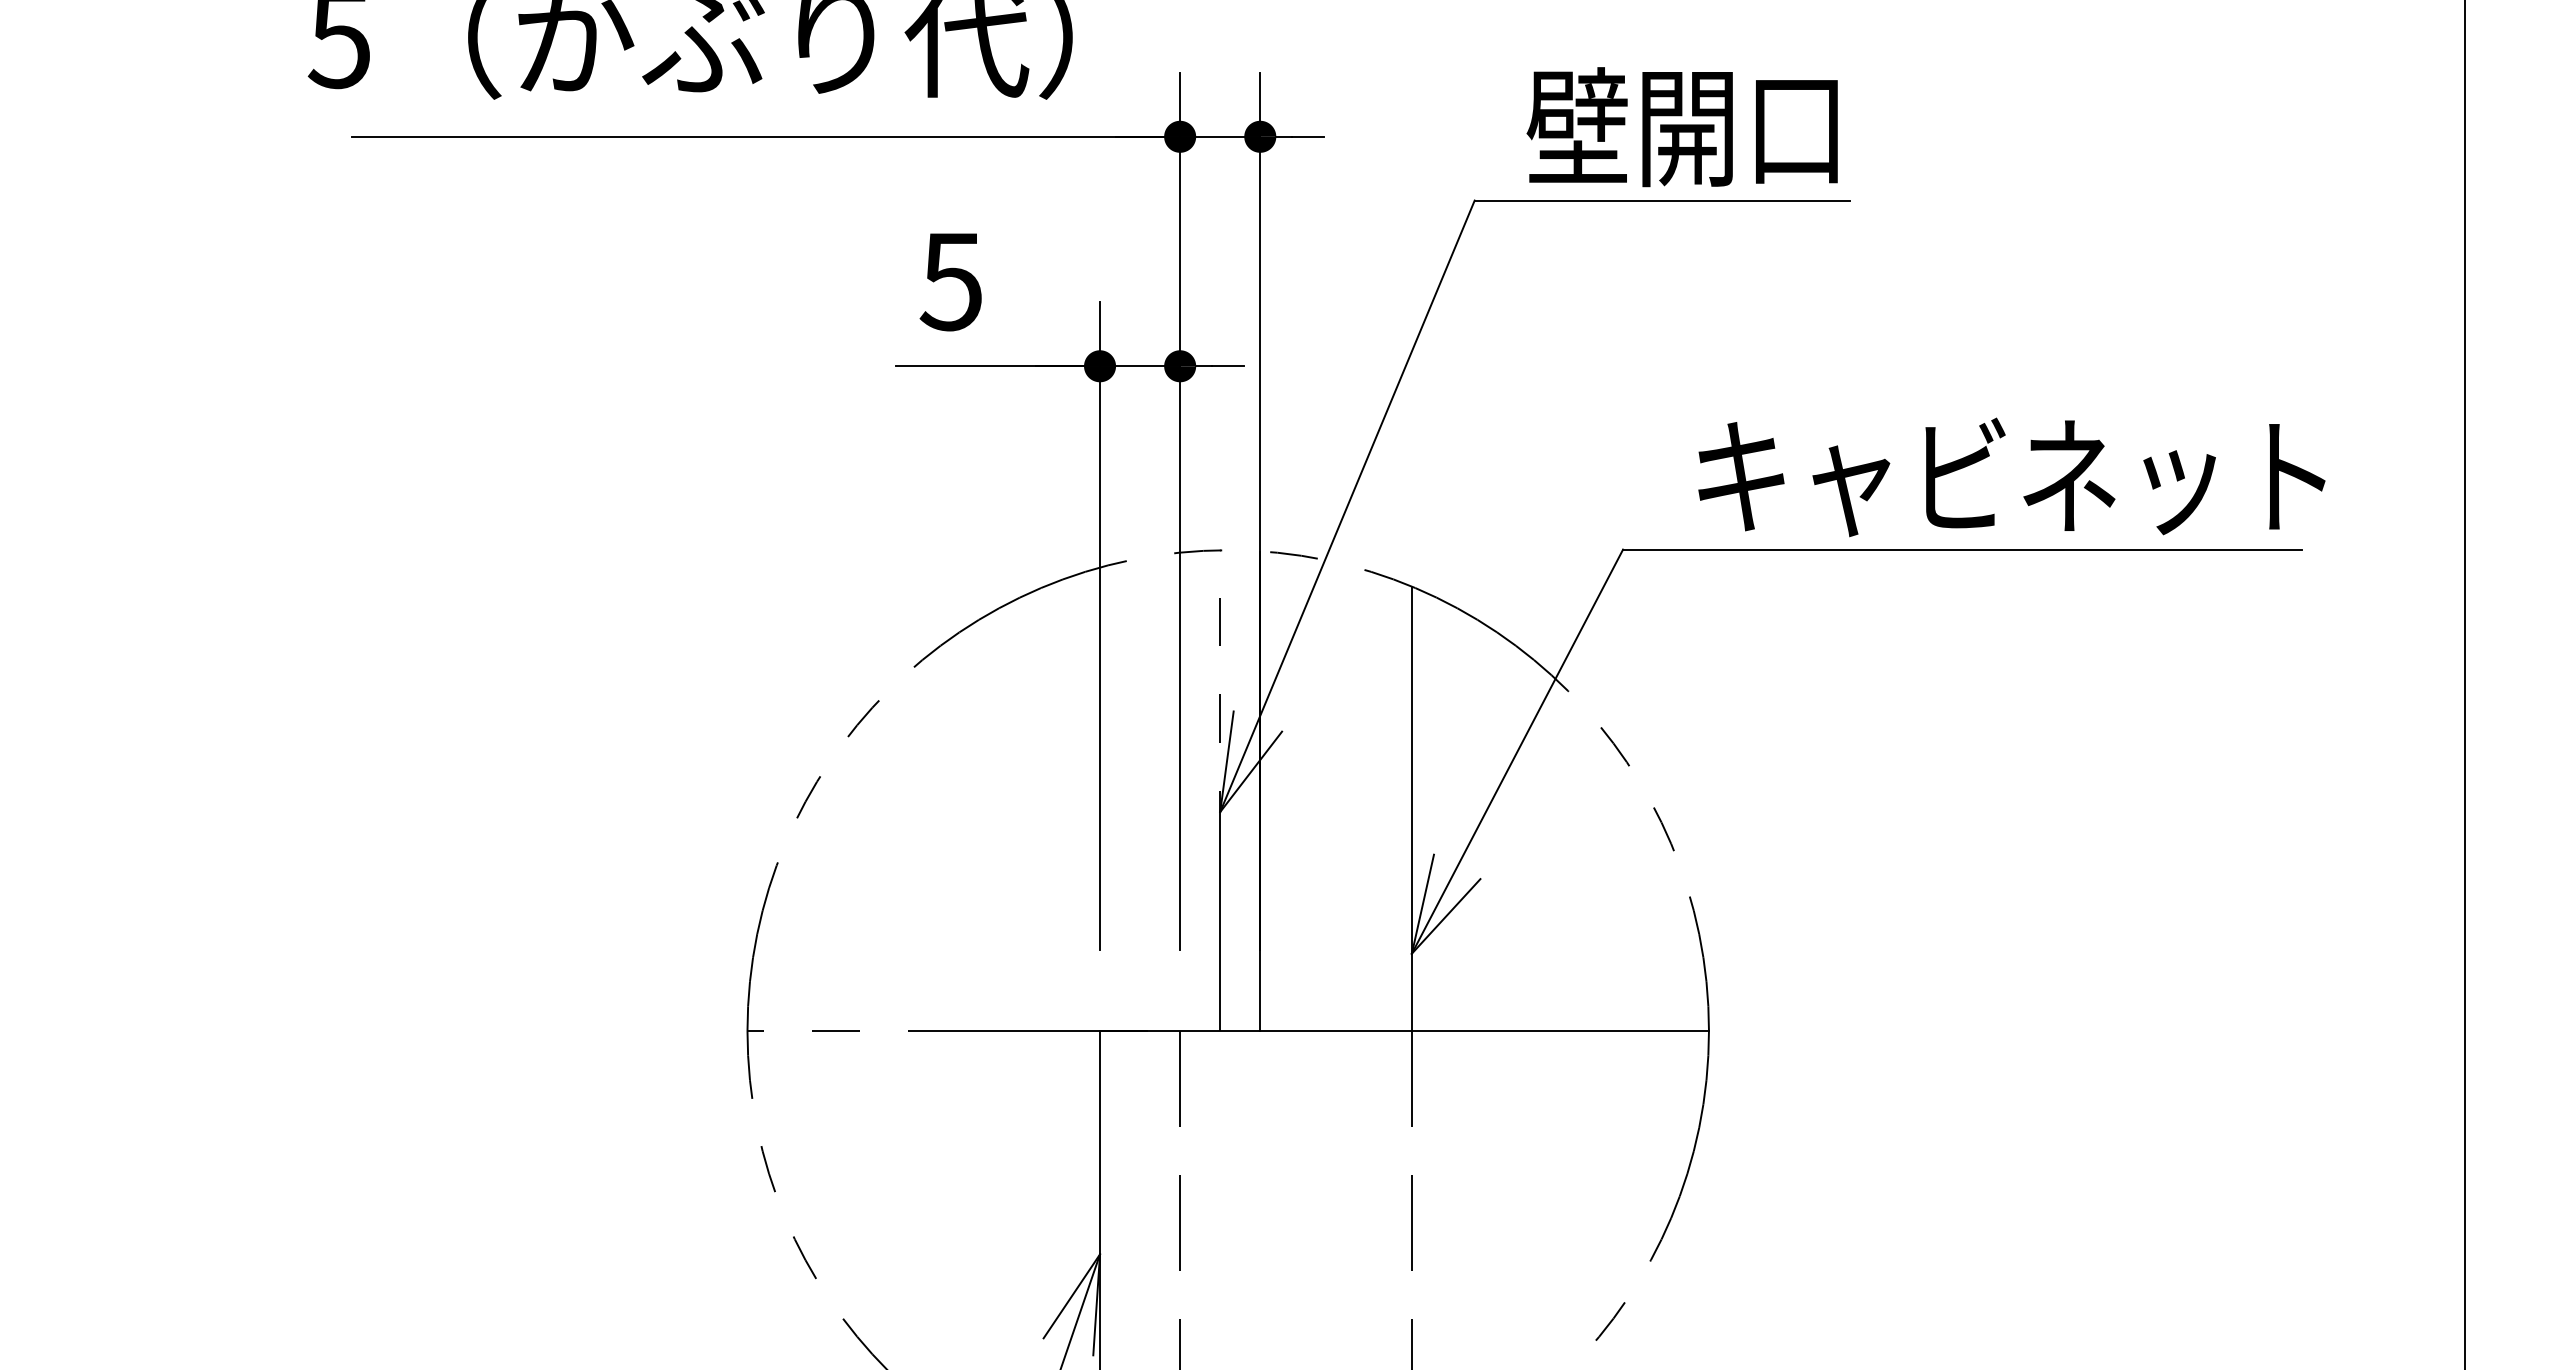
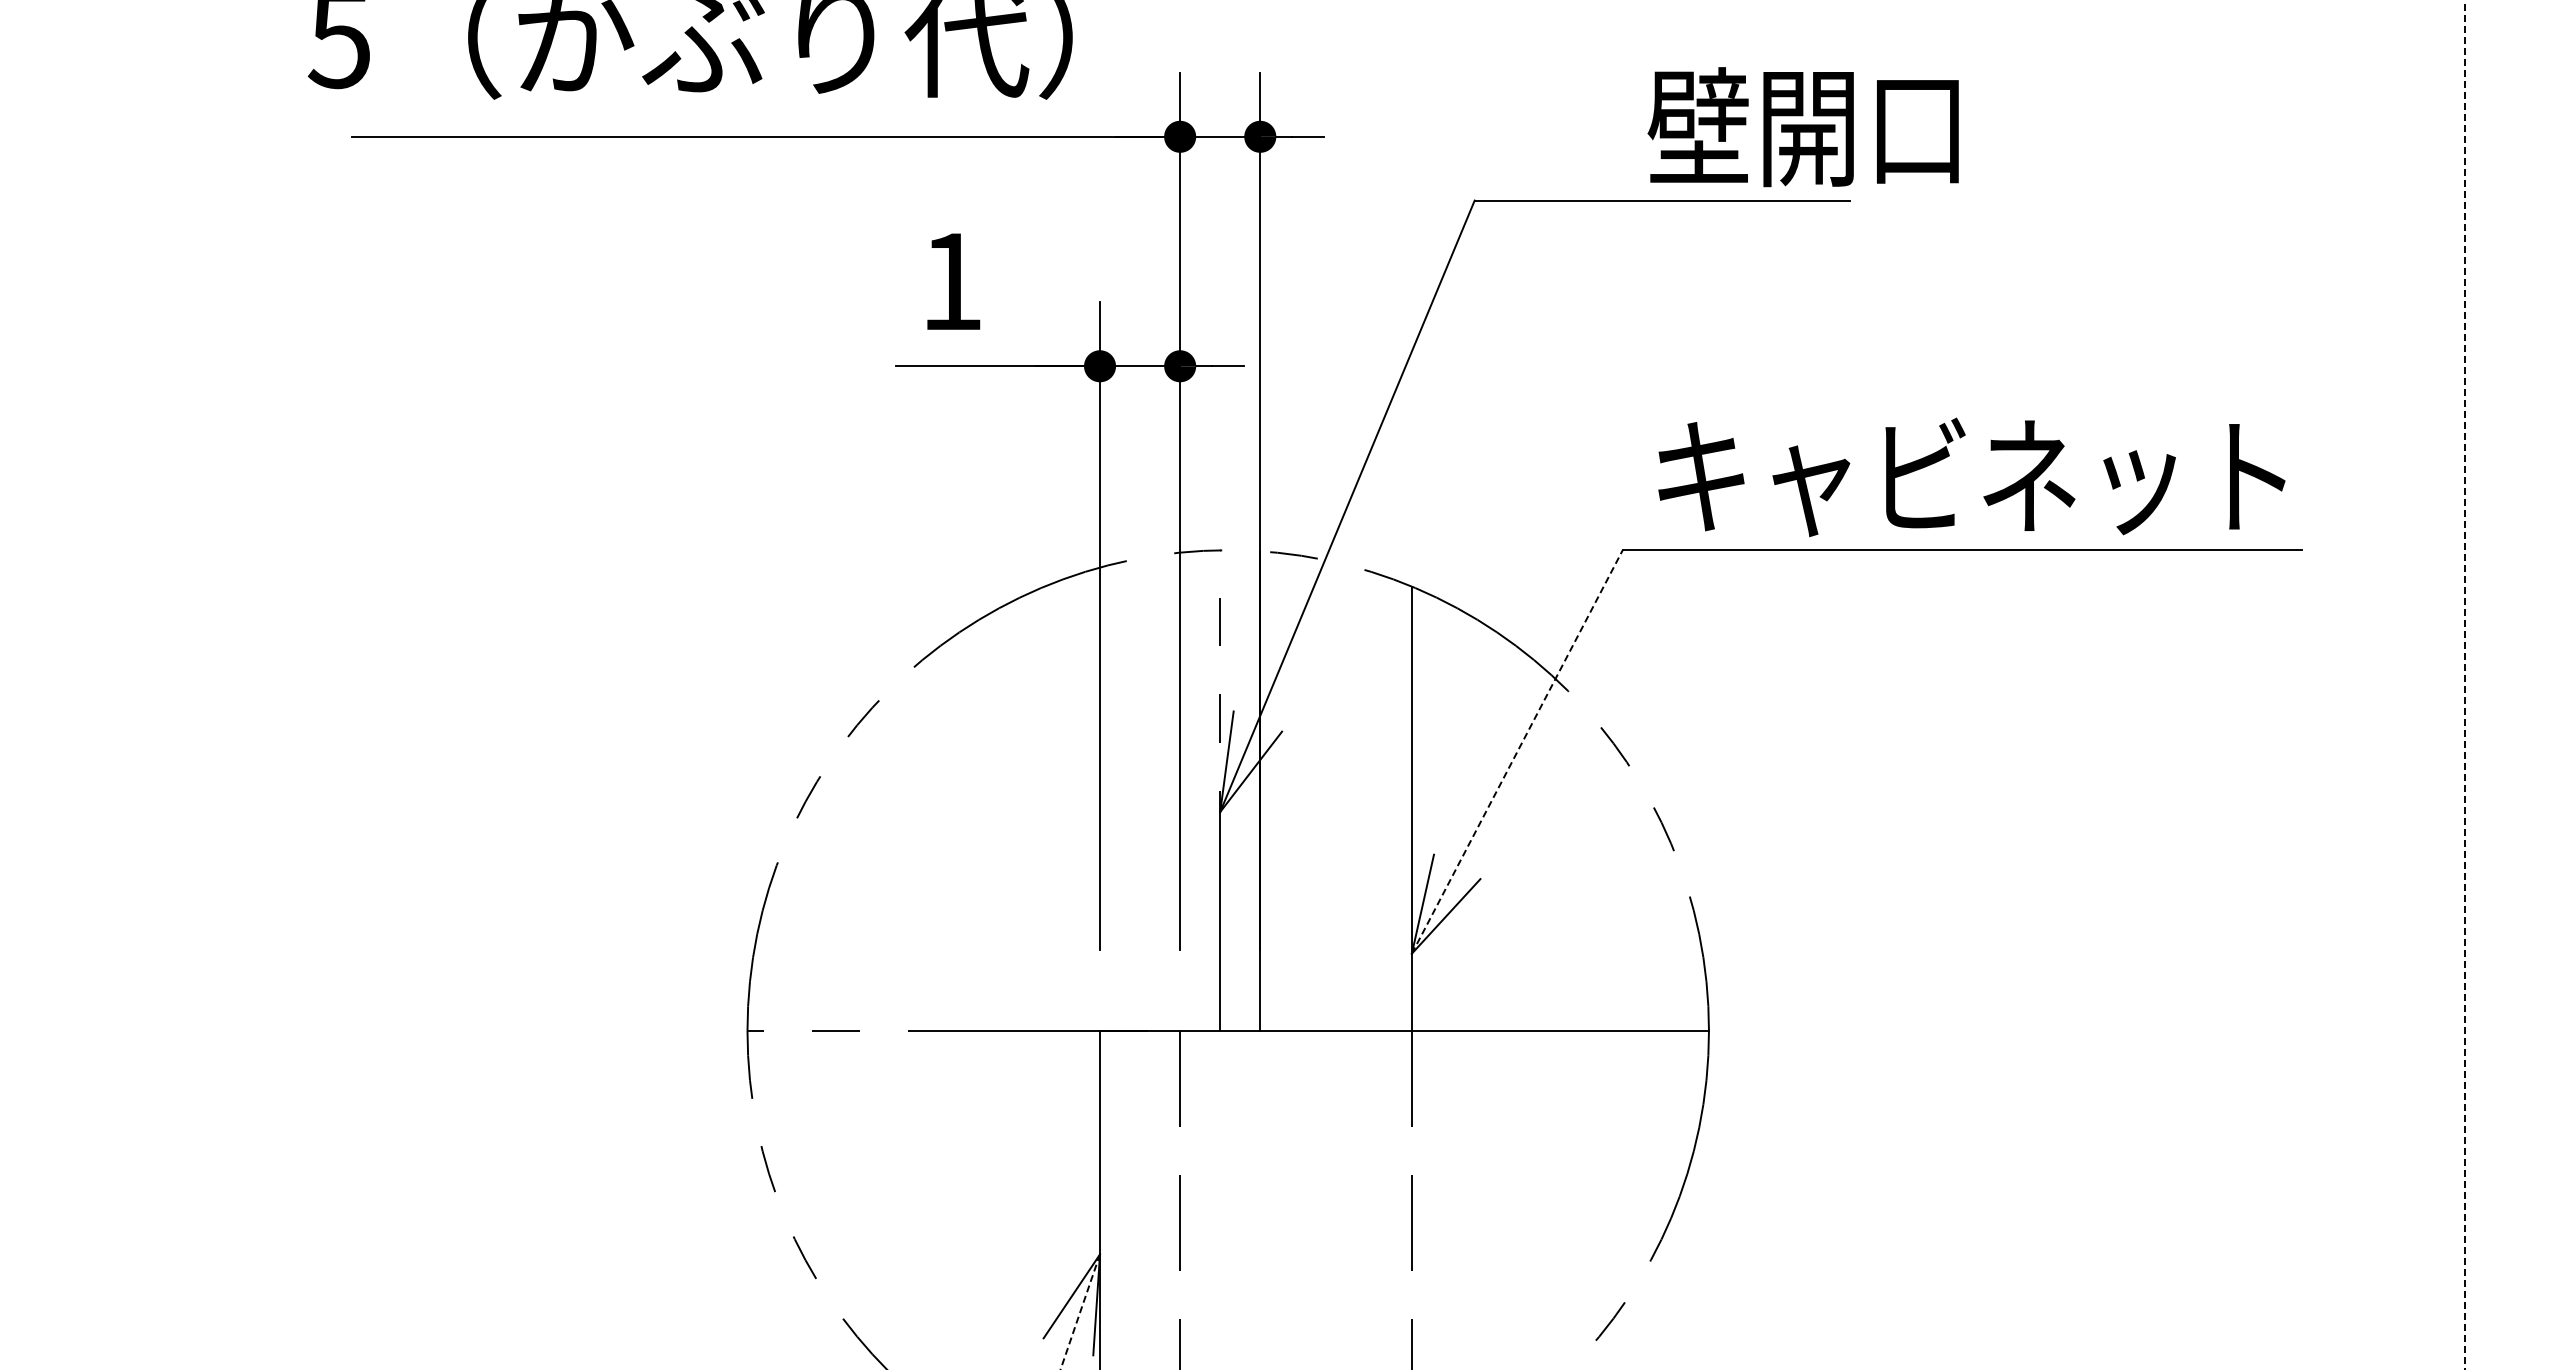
text at (1681, 127) position: (1681, 127) -> (1802, 127)
text at (950, 282): 5 -> 1
text at (2011, 477) position: (2011, 477) -> (1971, 477)
line at (2464, 684): solid -> dashed
line at (1517, 751): solid -> dashed
line at (1080, 1312): solid -> dashed
